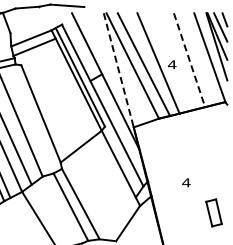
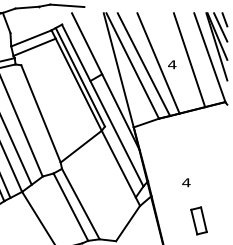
line at (189, 60): dashed -> solid
line at (118, 70): dashed -> solid
part at (213, 212) position: (213, 212) -> (198, 220)
